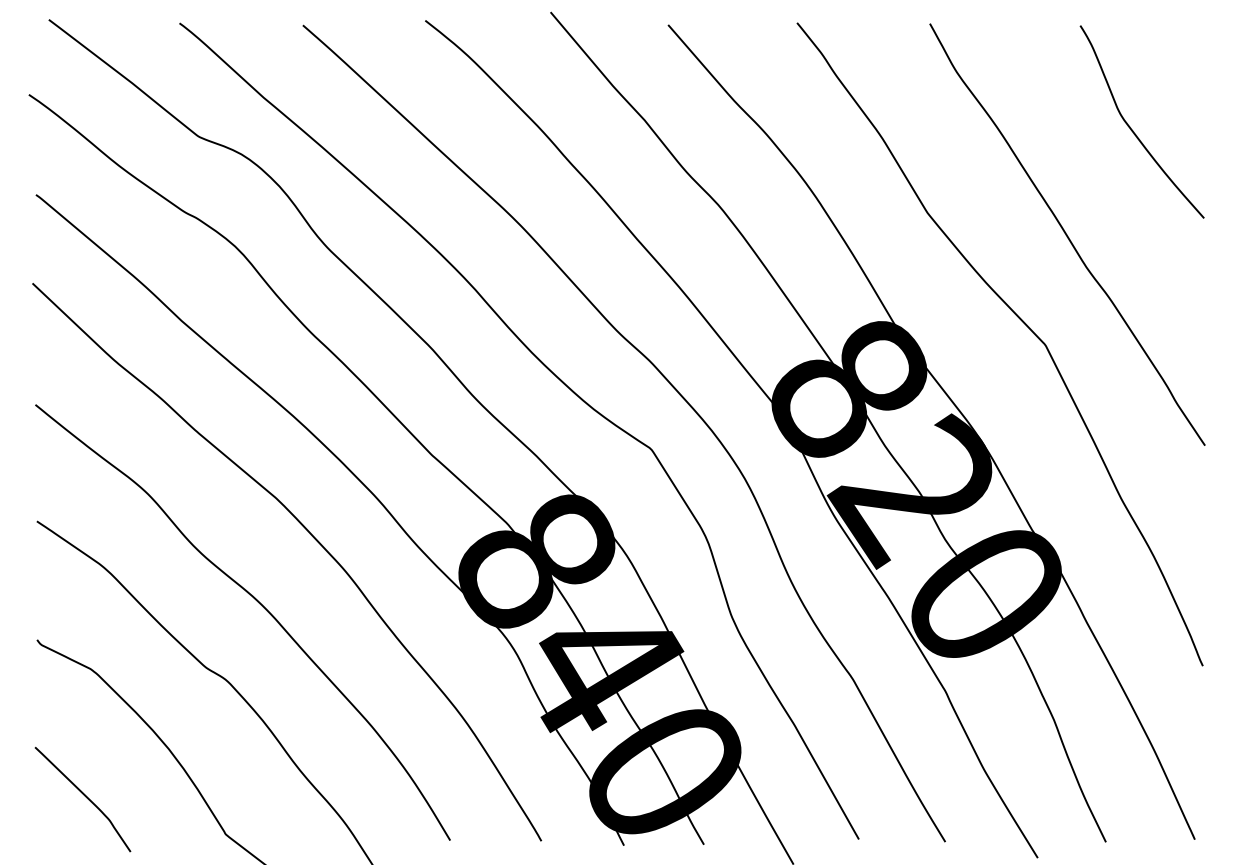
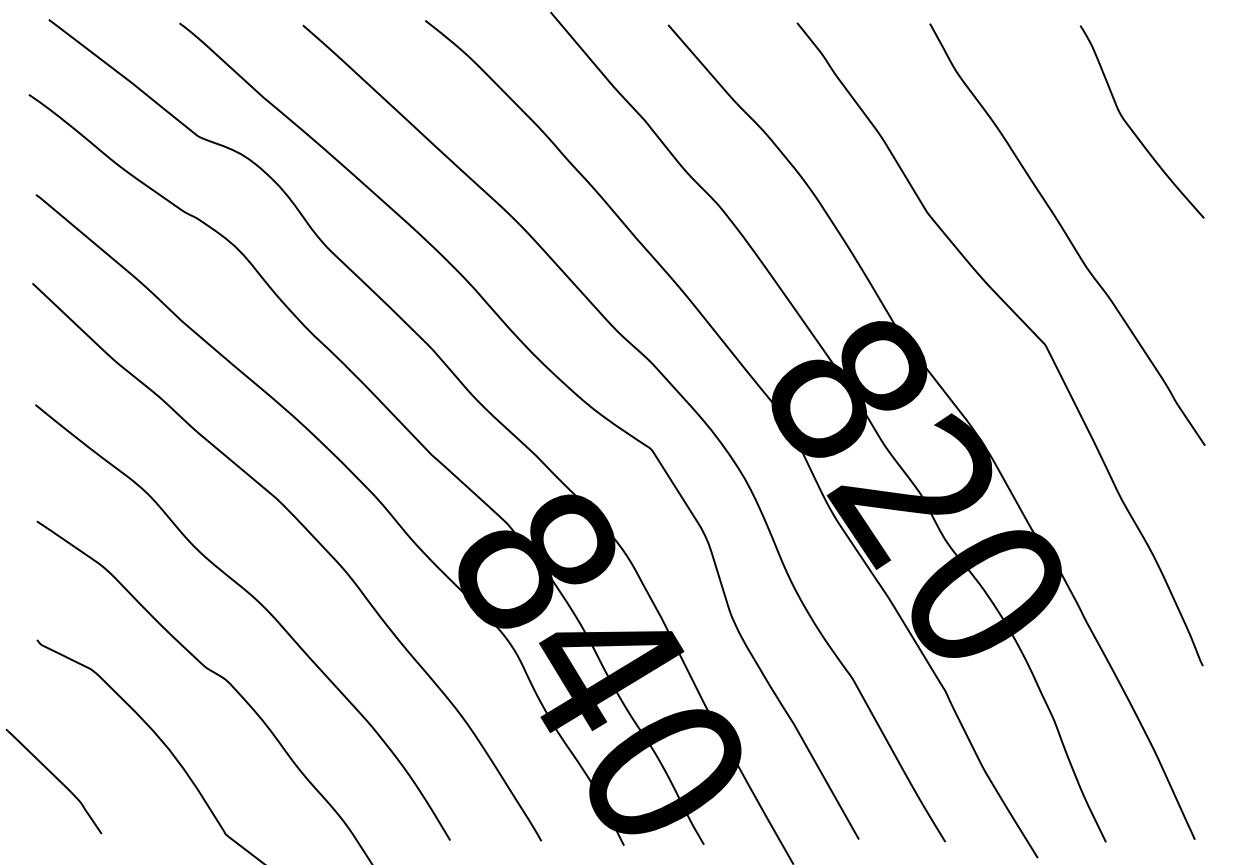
curve at (84, 796) position: (84, 796) -> (55, 778)
